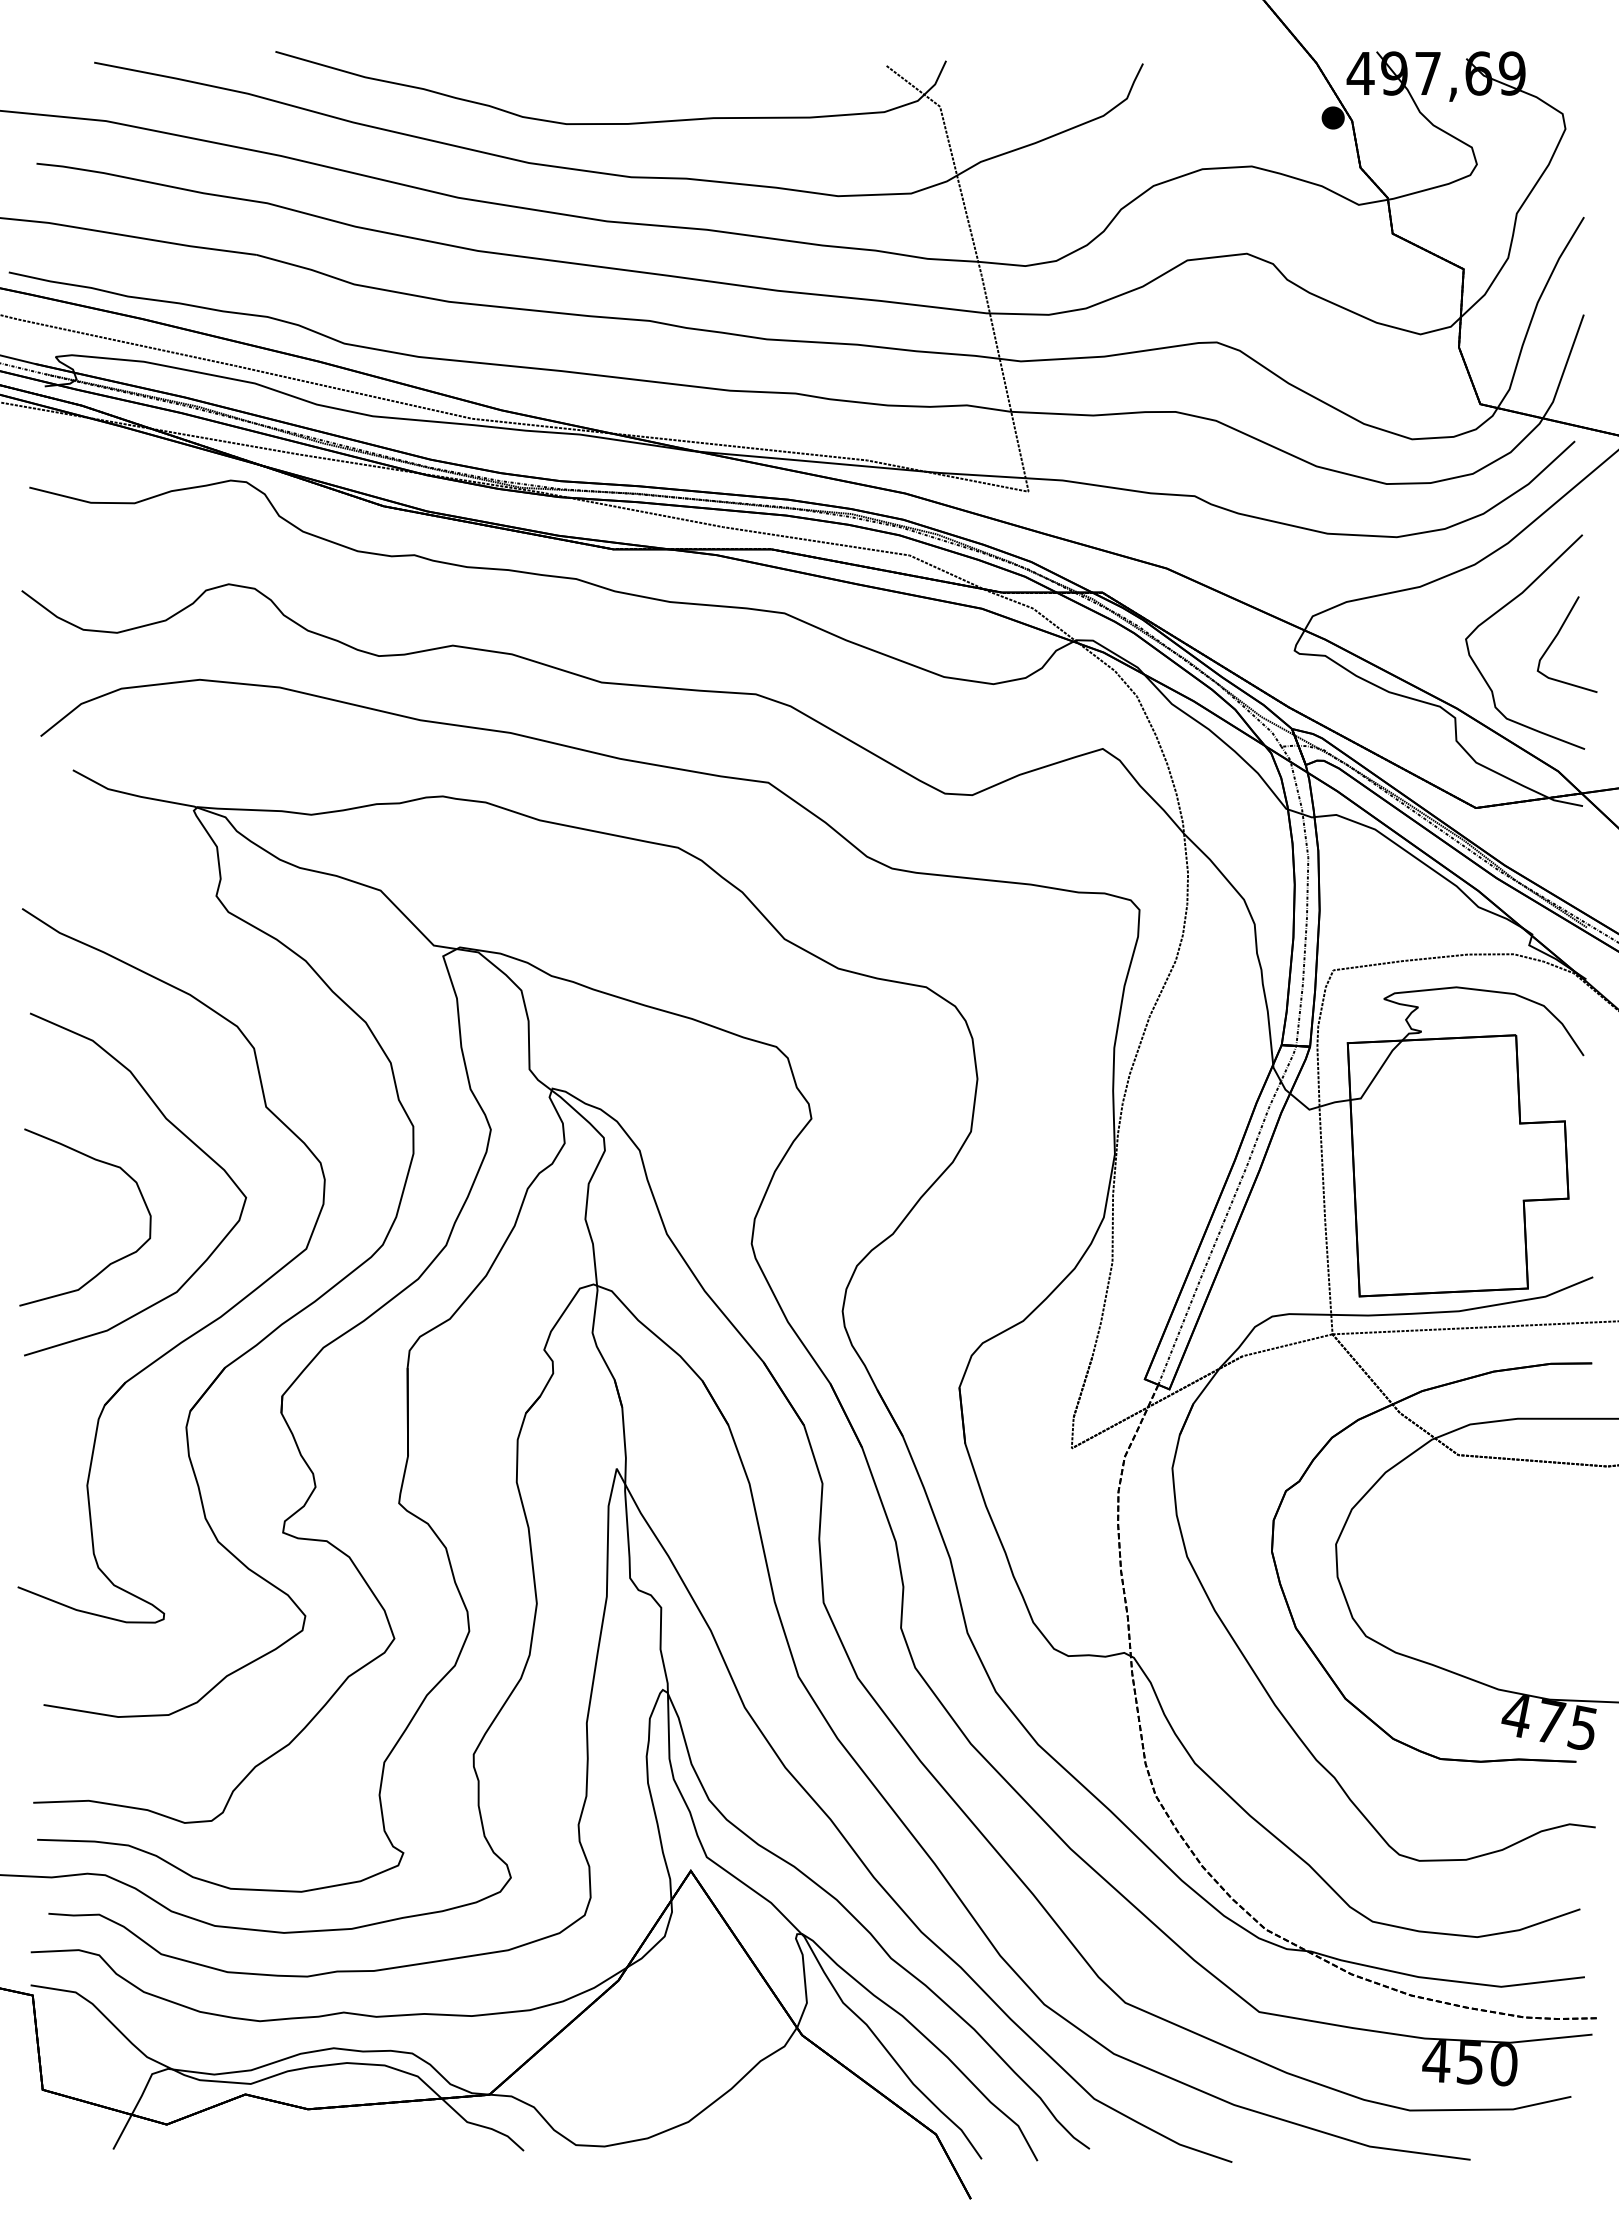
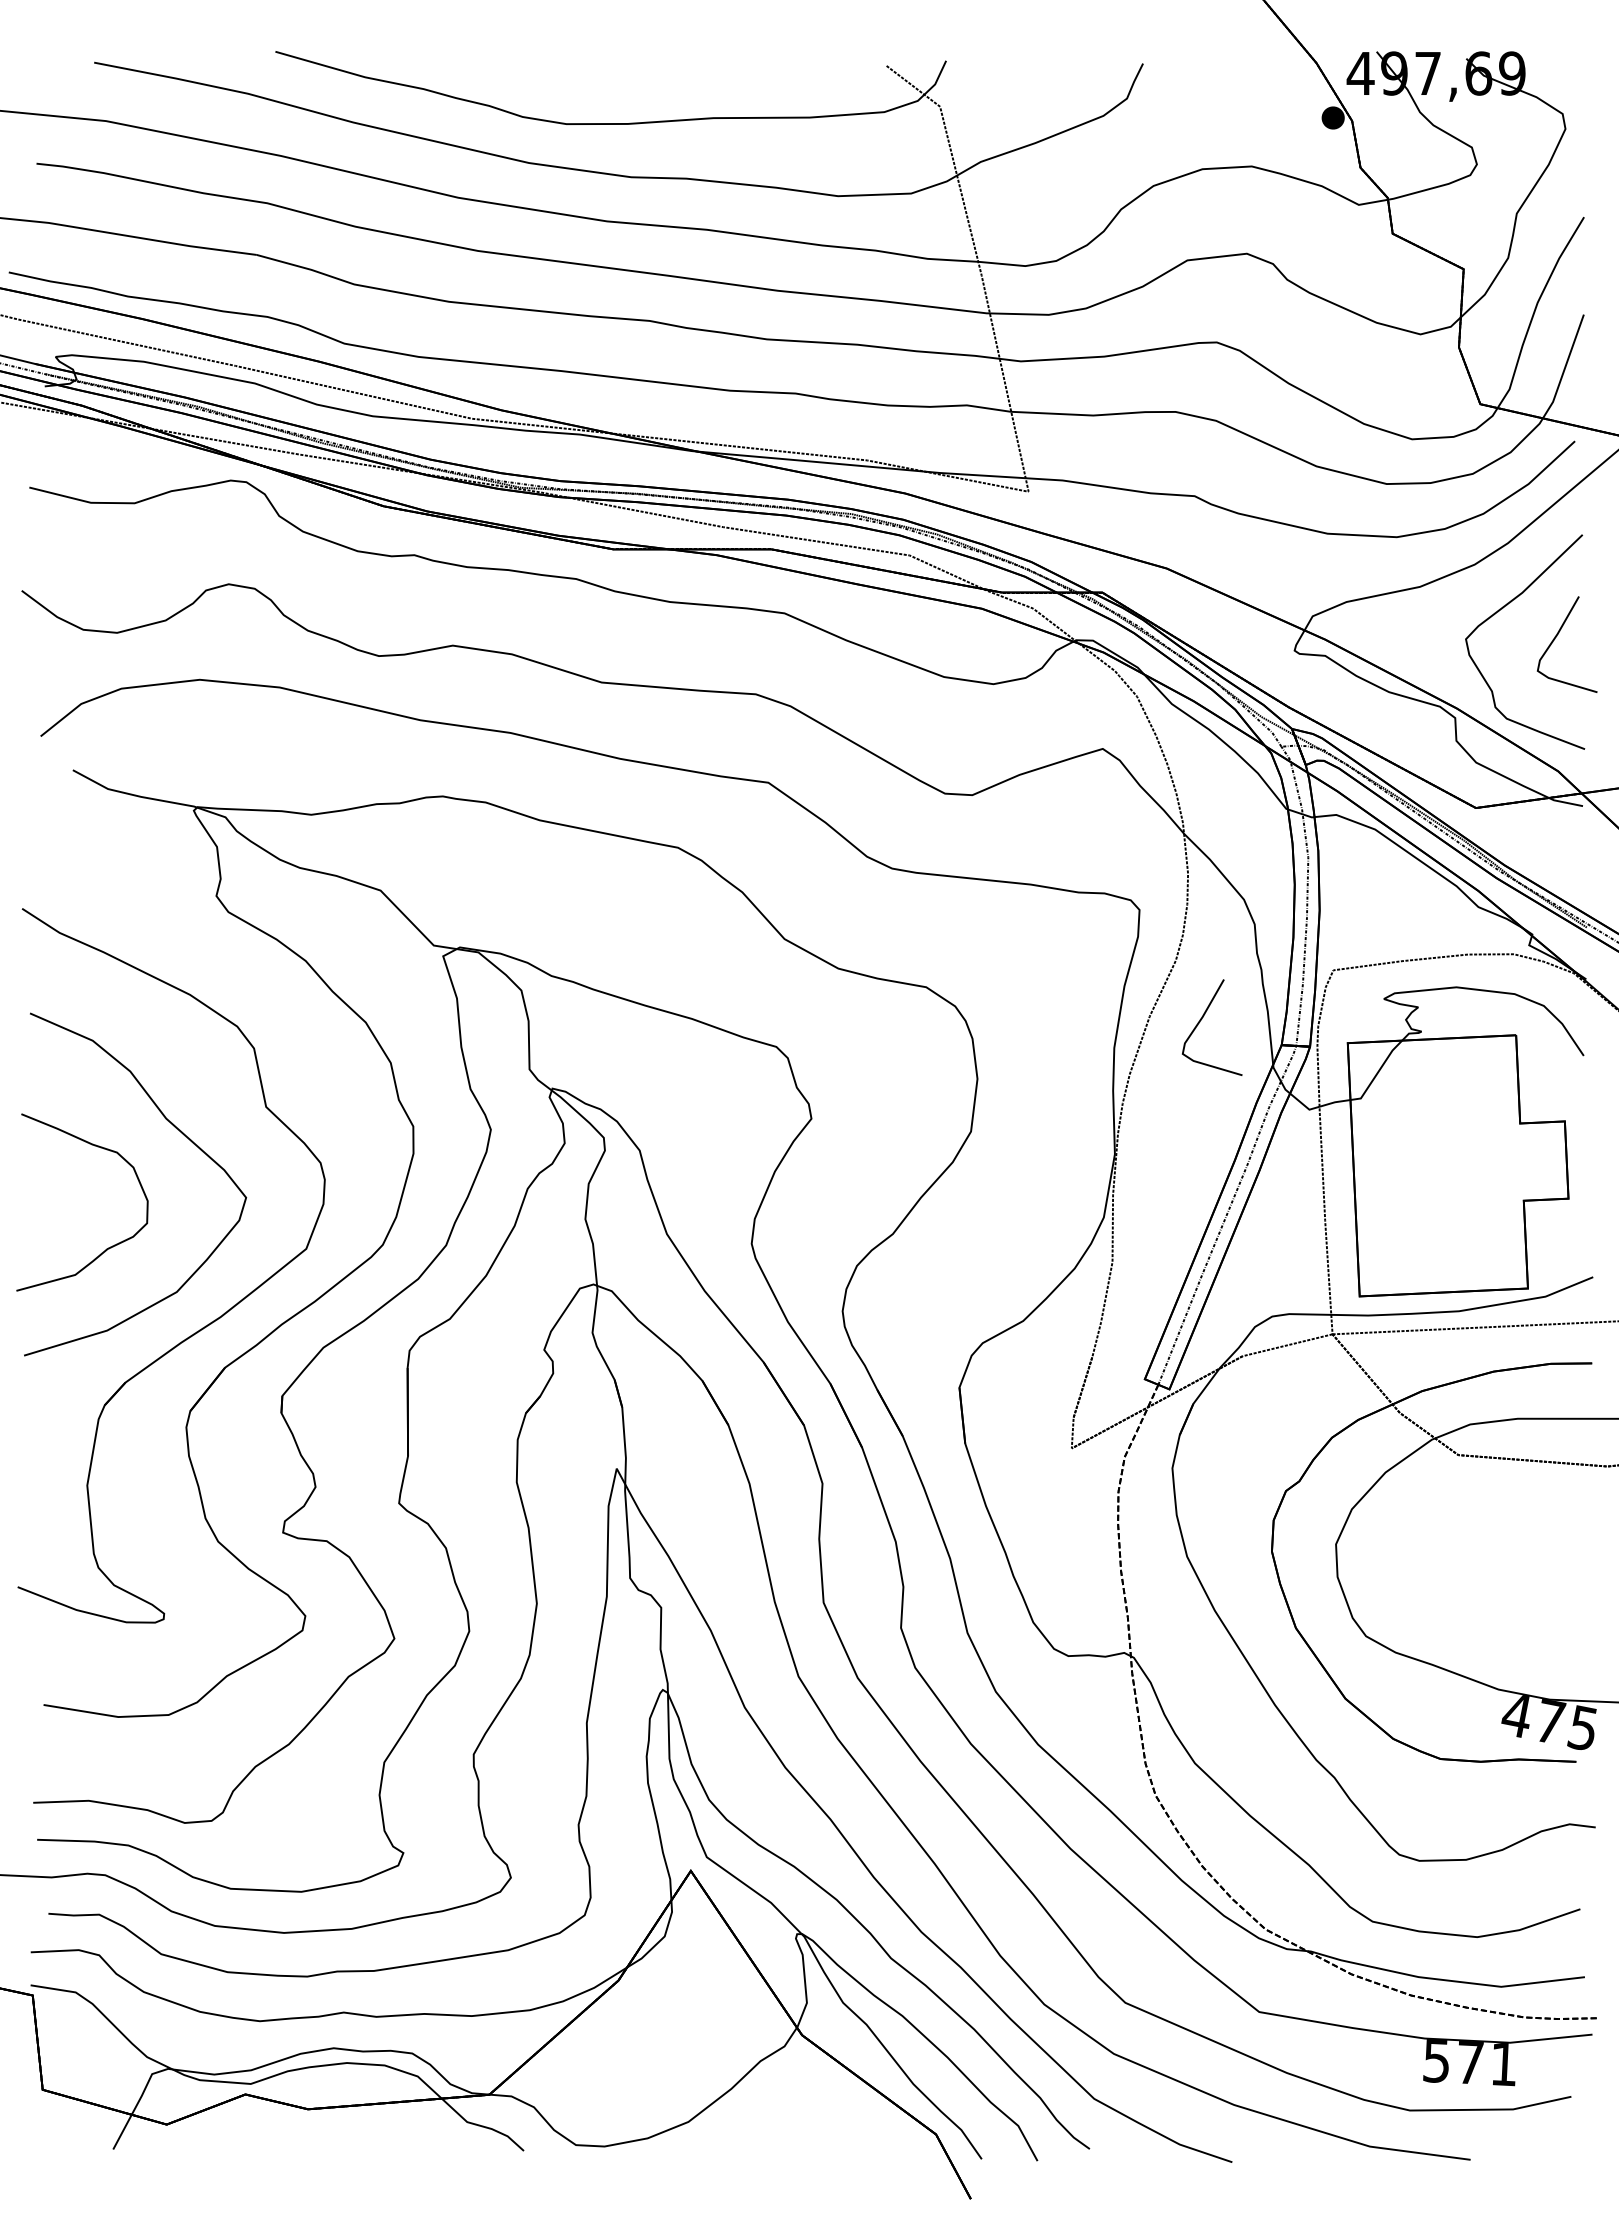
curve at (1202, 1019): none -> present
curve at (109, 1263) position: (109, 1263) -> (106, 1248)
text at (1469, 2062): 450 -> 571
